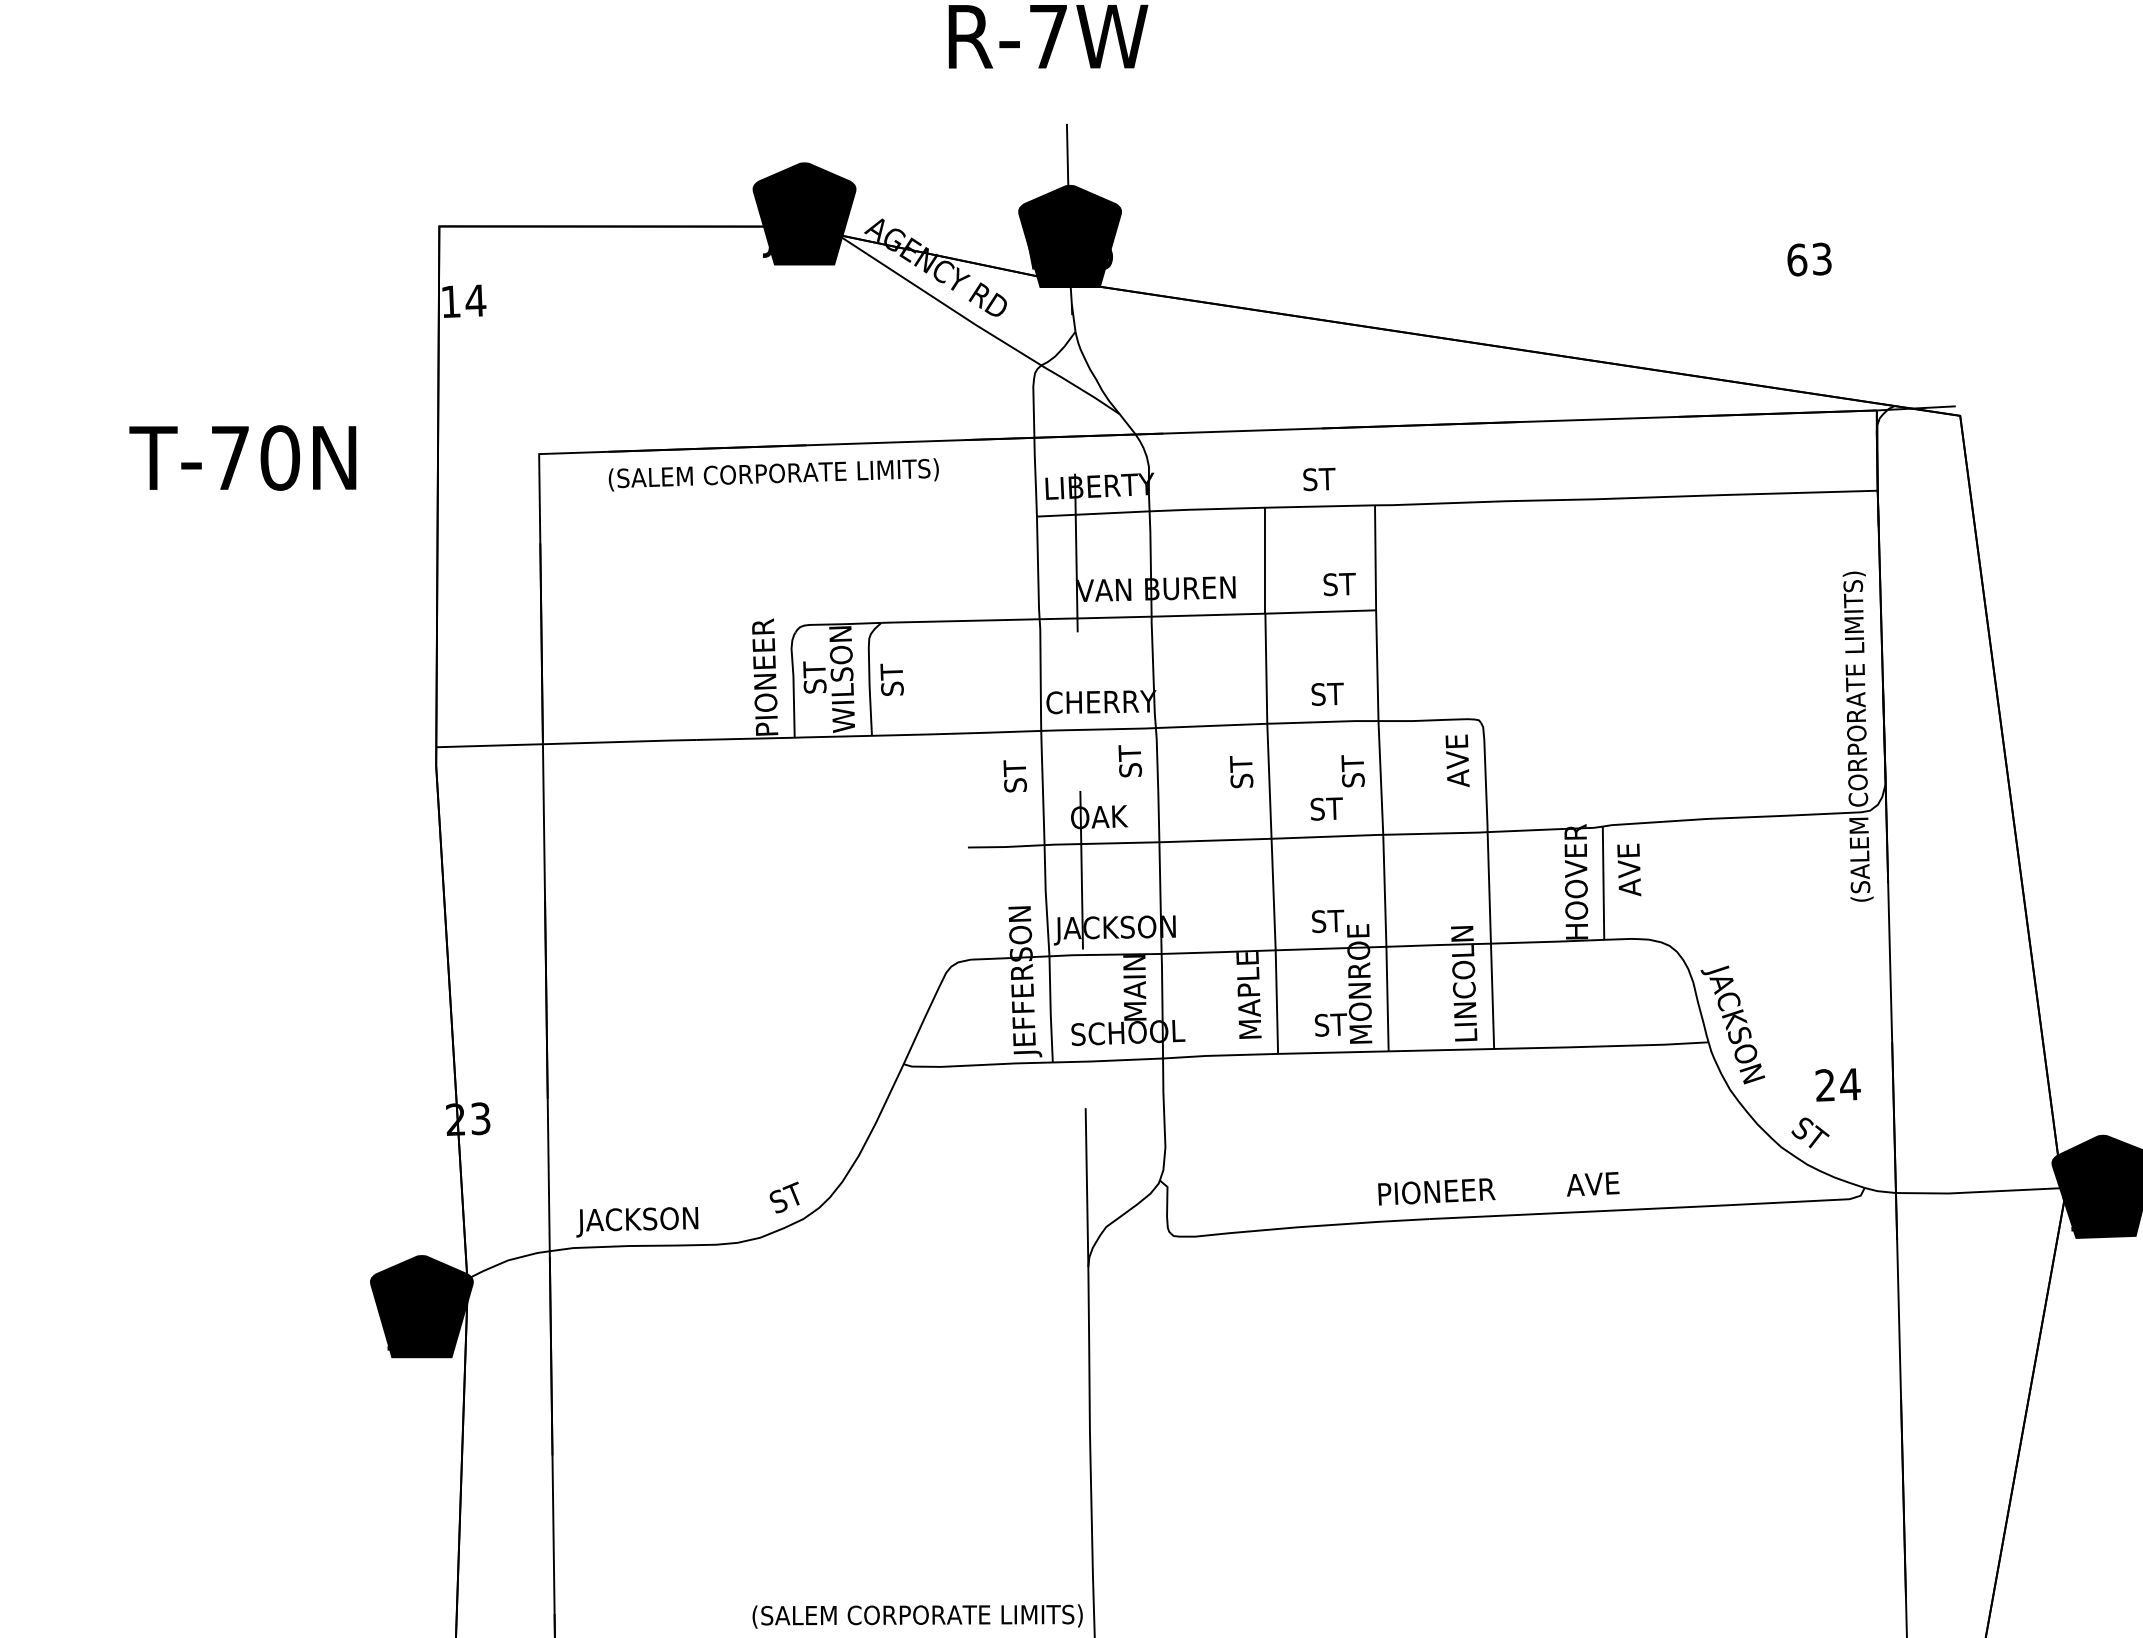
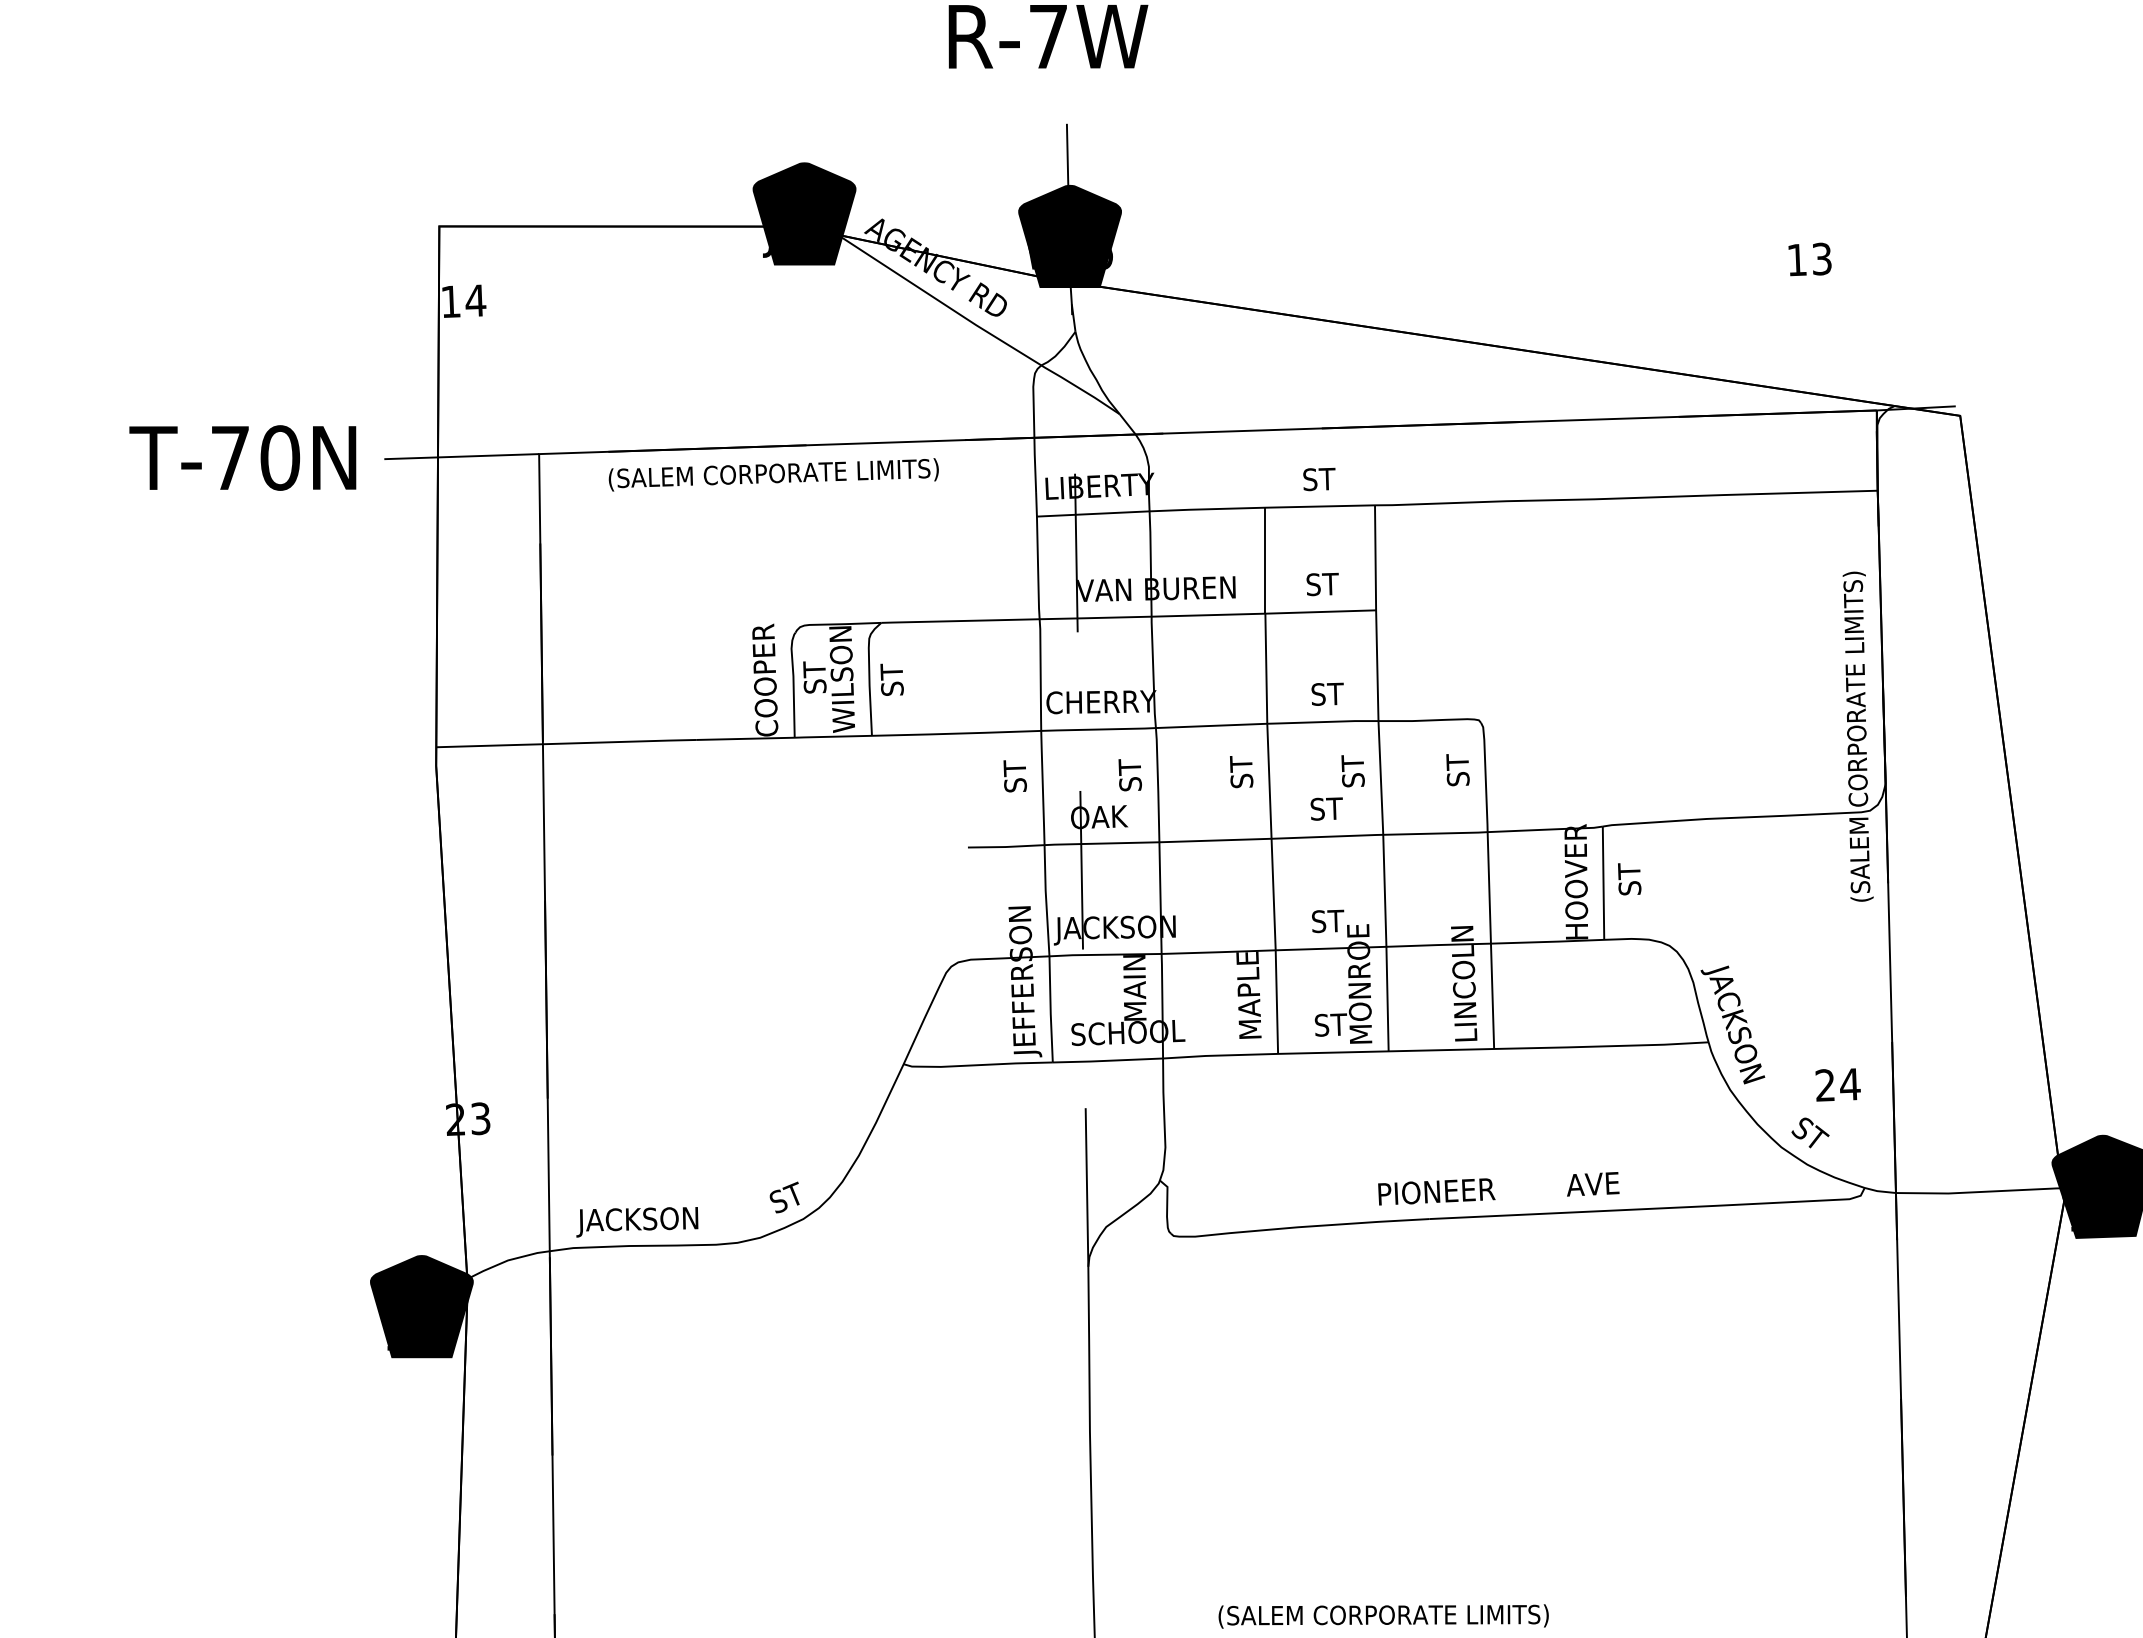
text at (1797, 259): 63 -> 13
line at (461, 456): none -> present
text at (1339, 584) position: (1339, 584) -> (1322, 584)
text at (765, 677): PIONEER -> COOPER
text at (1457, 760): AVE -> ST
text at (1129, 761) position: (1129, 761) -> (1129, 775)
text at (1629, 869): AVE -> ST
text at (917, 1616) position: (917, 1616) -> (1383, 1616)
